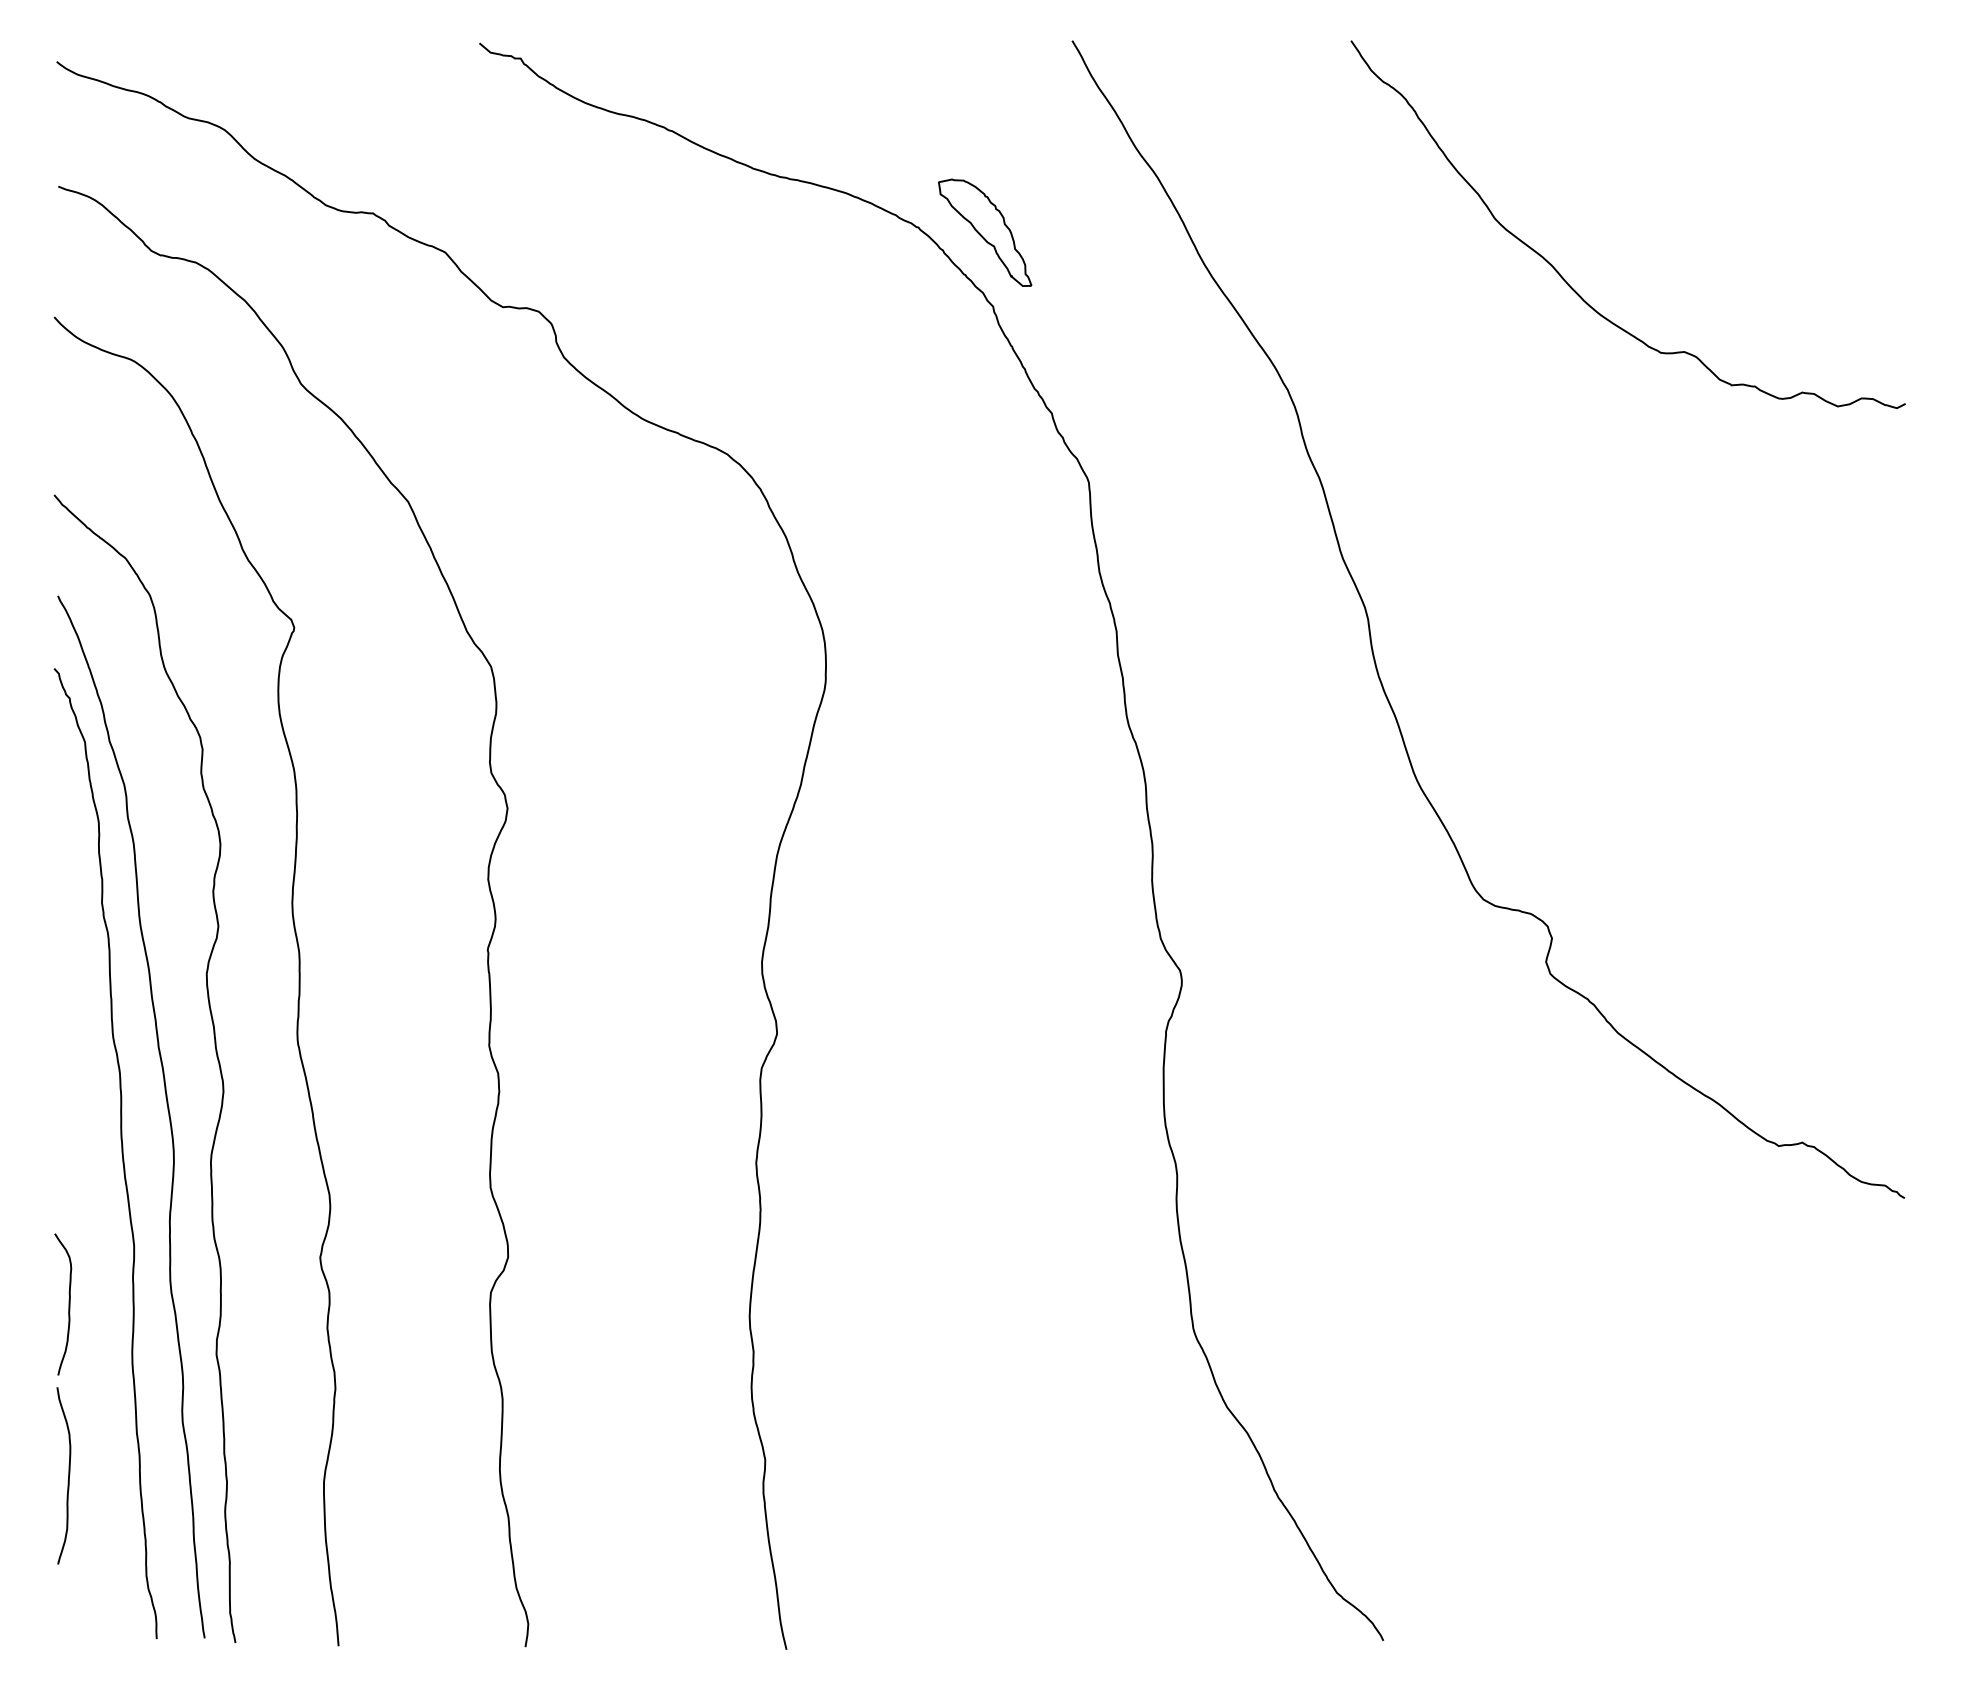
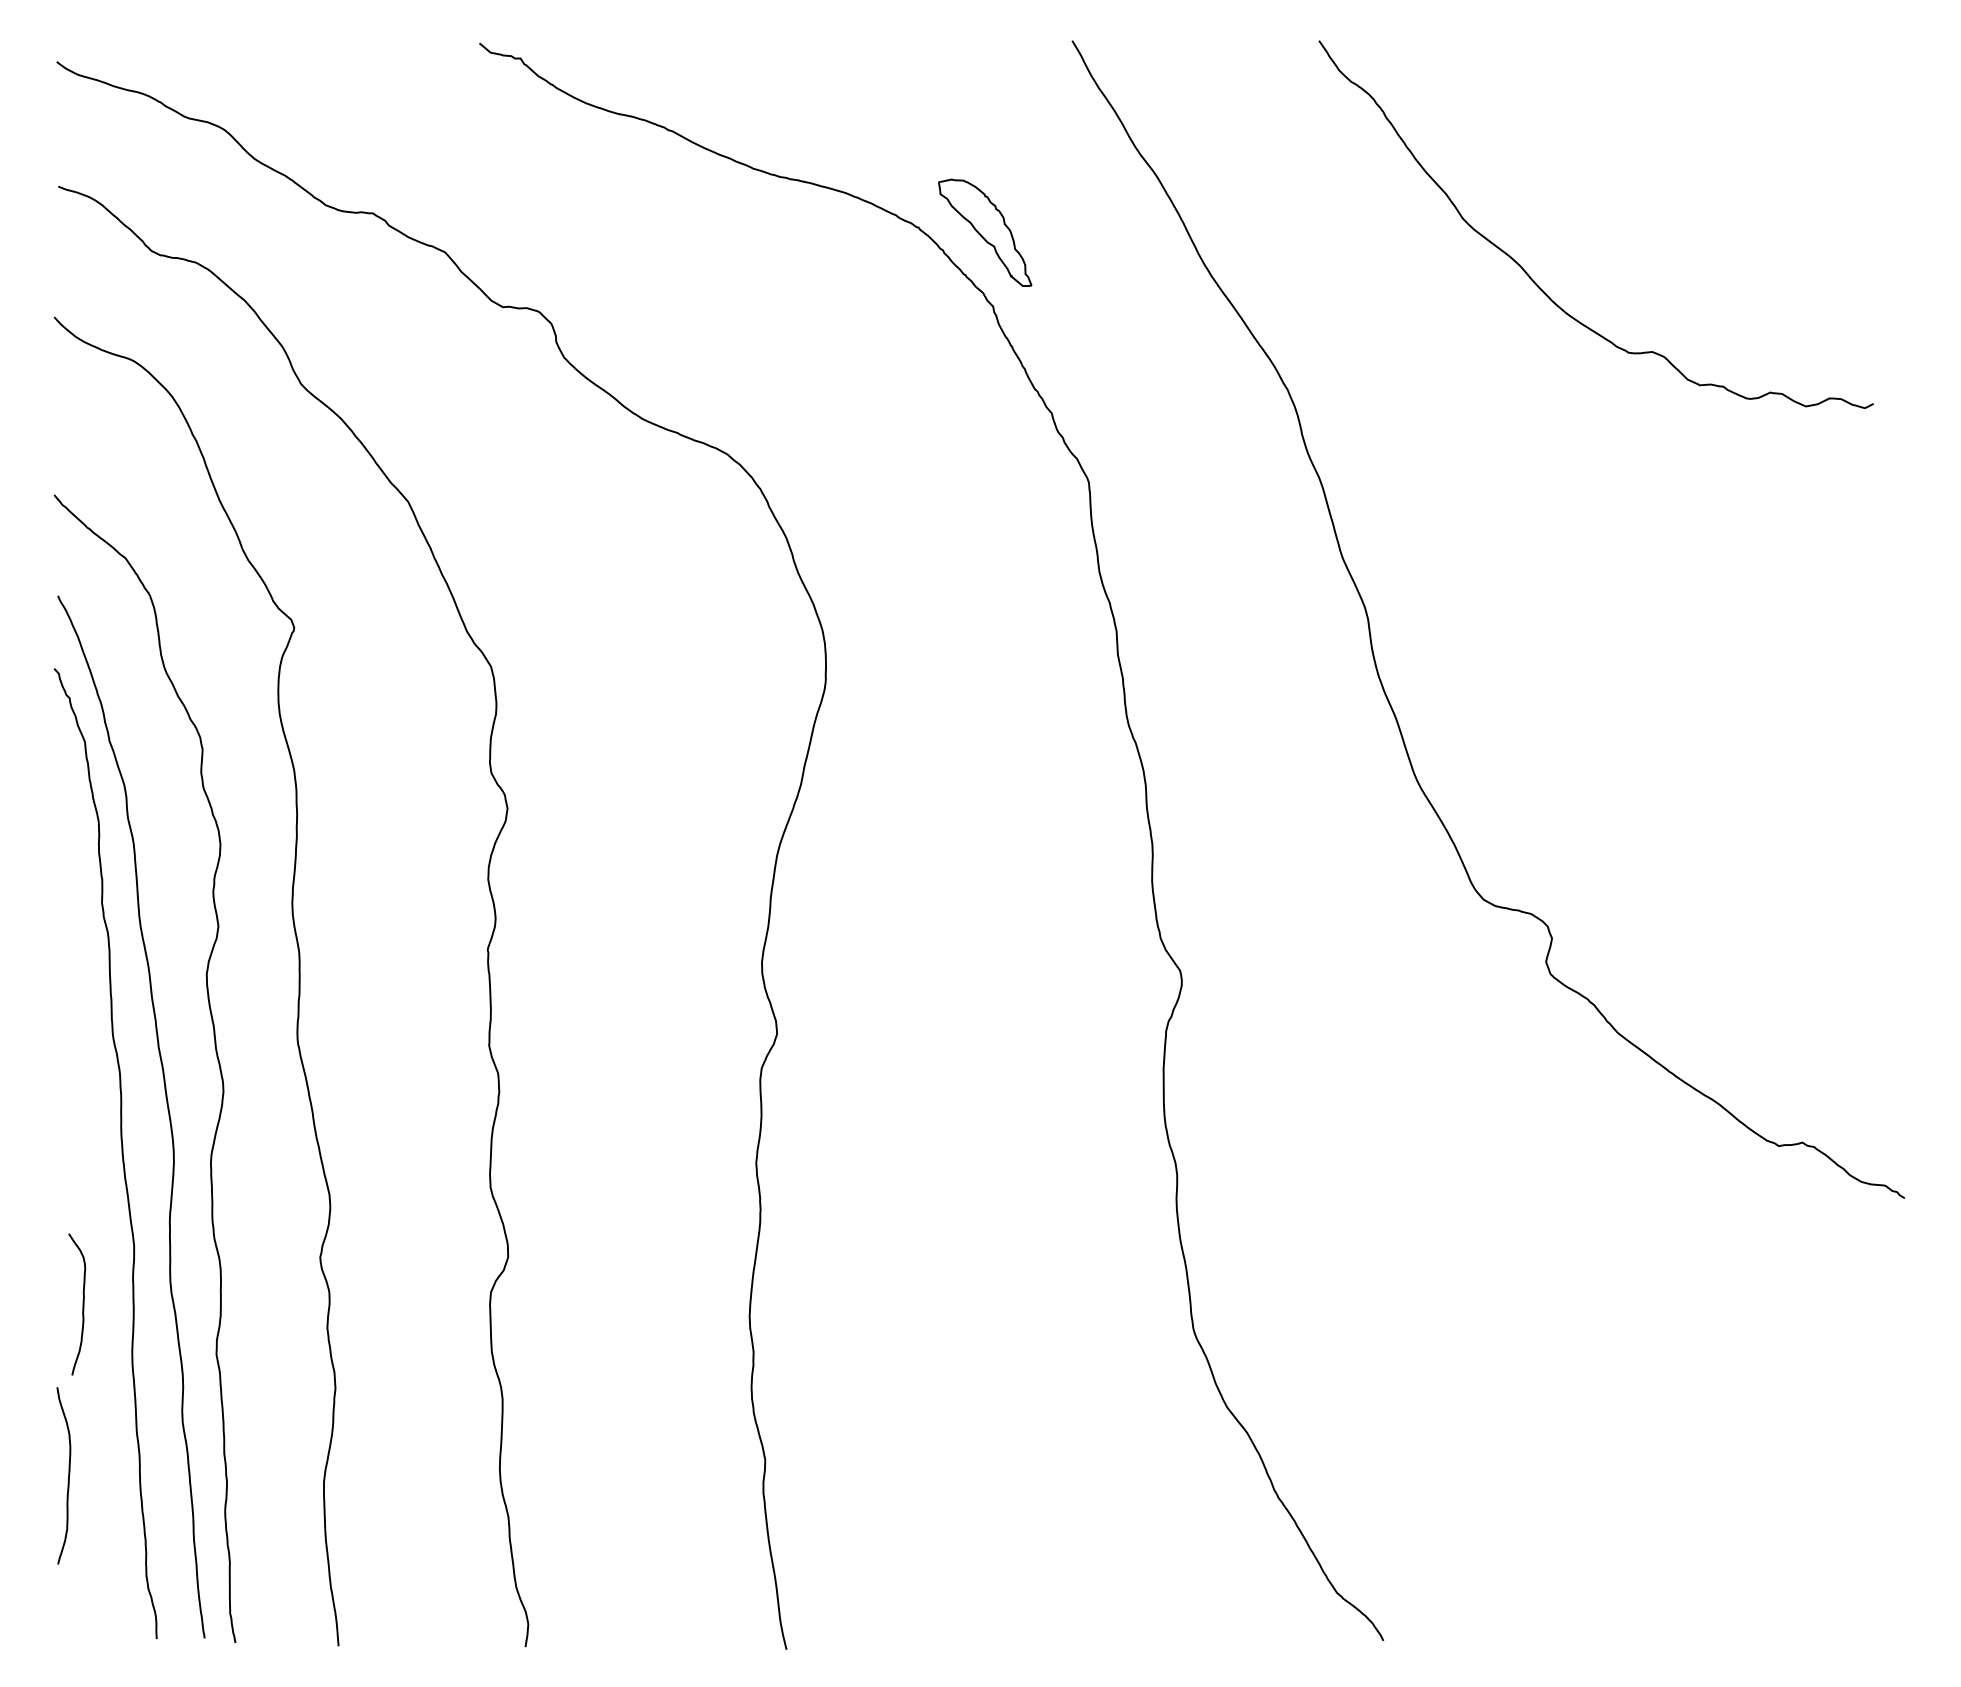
curve at (1565, 279) position: (1565, 279) -> (1533, 279)
curve at (68, 1304) position: (68, 1304) -> (82, 1304)
